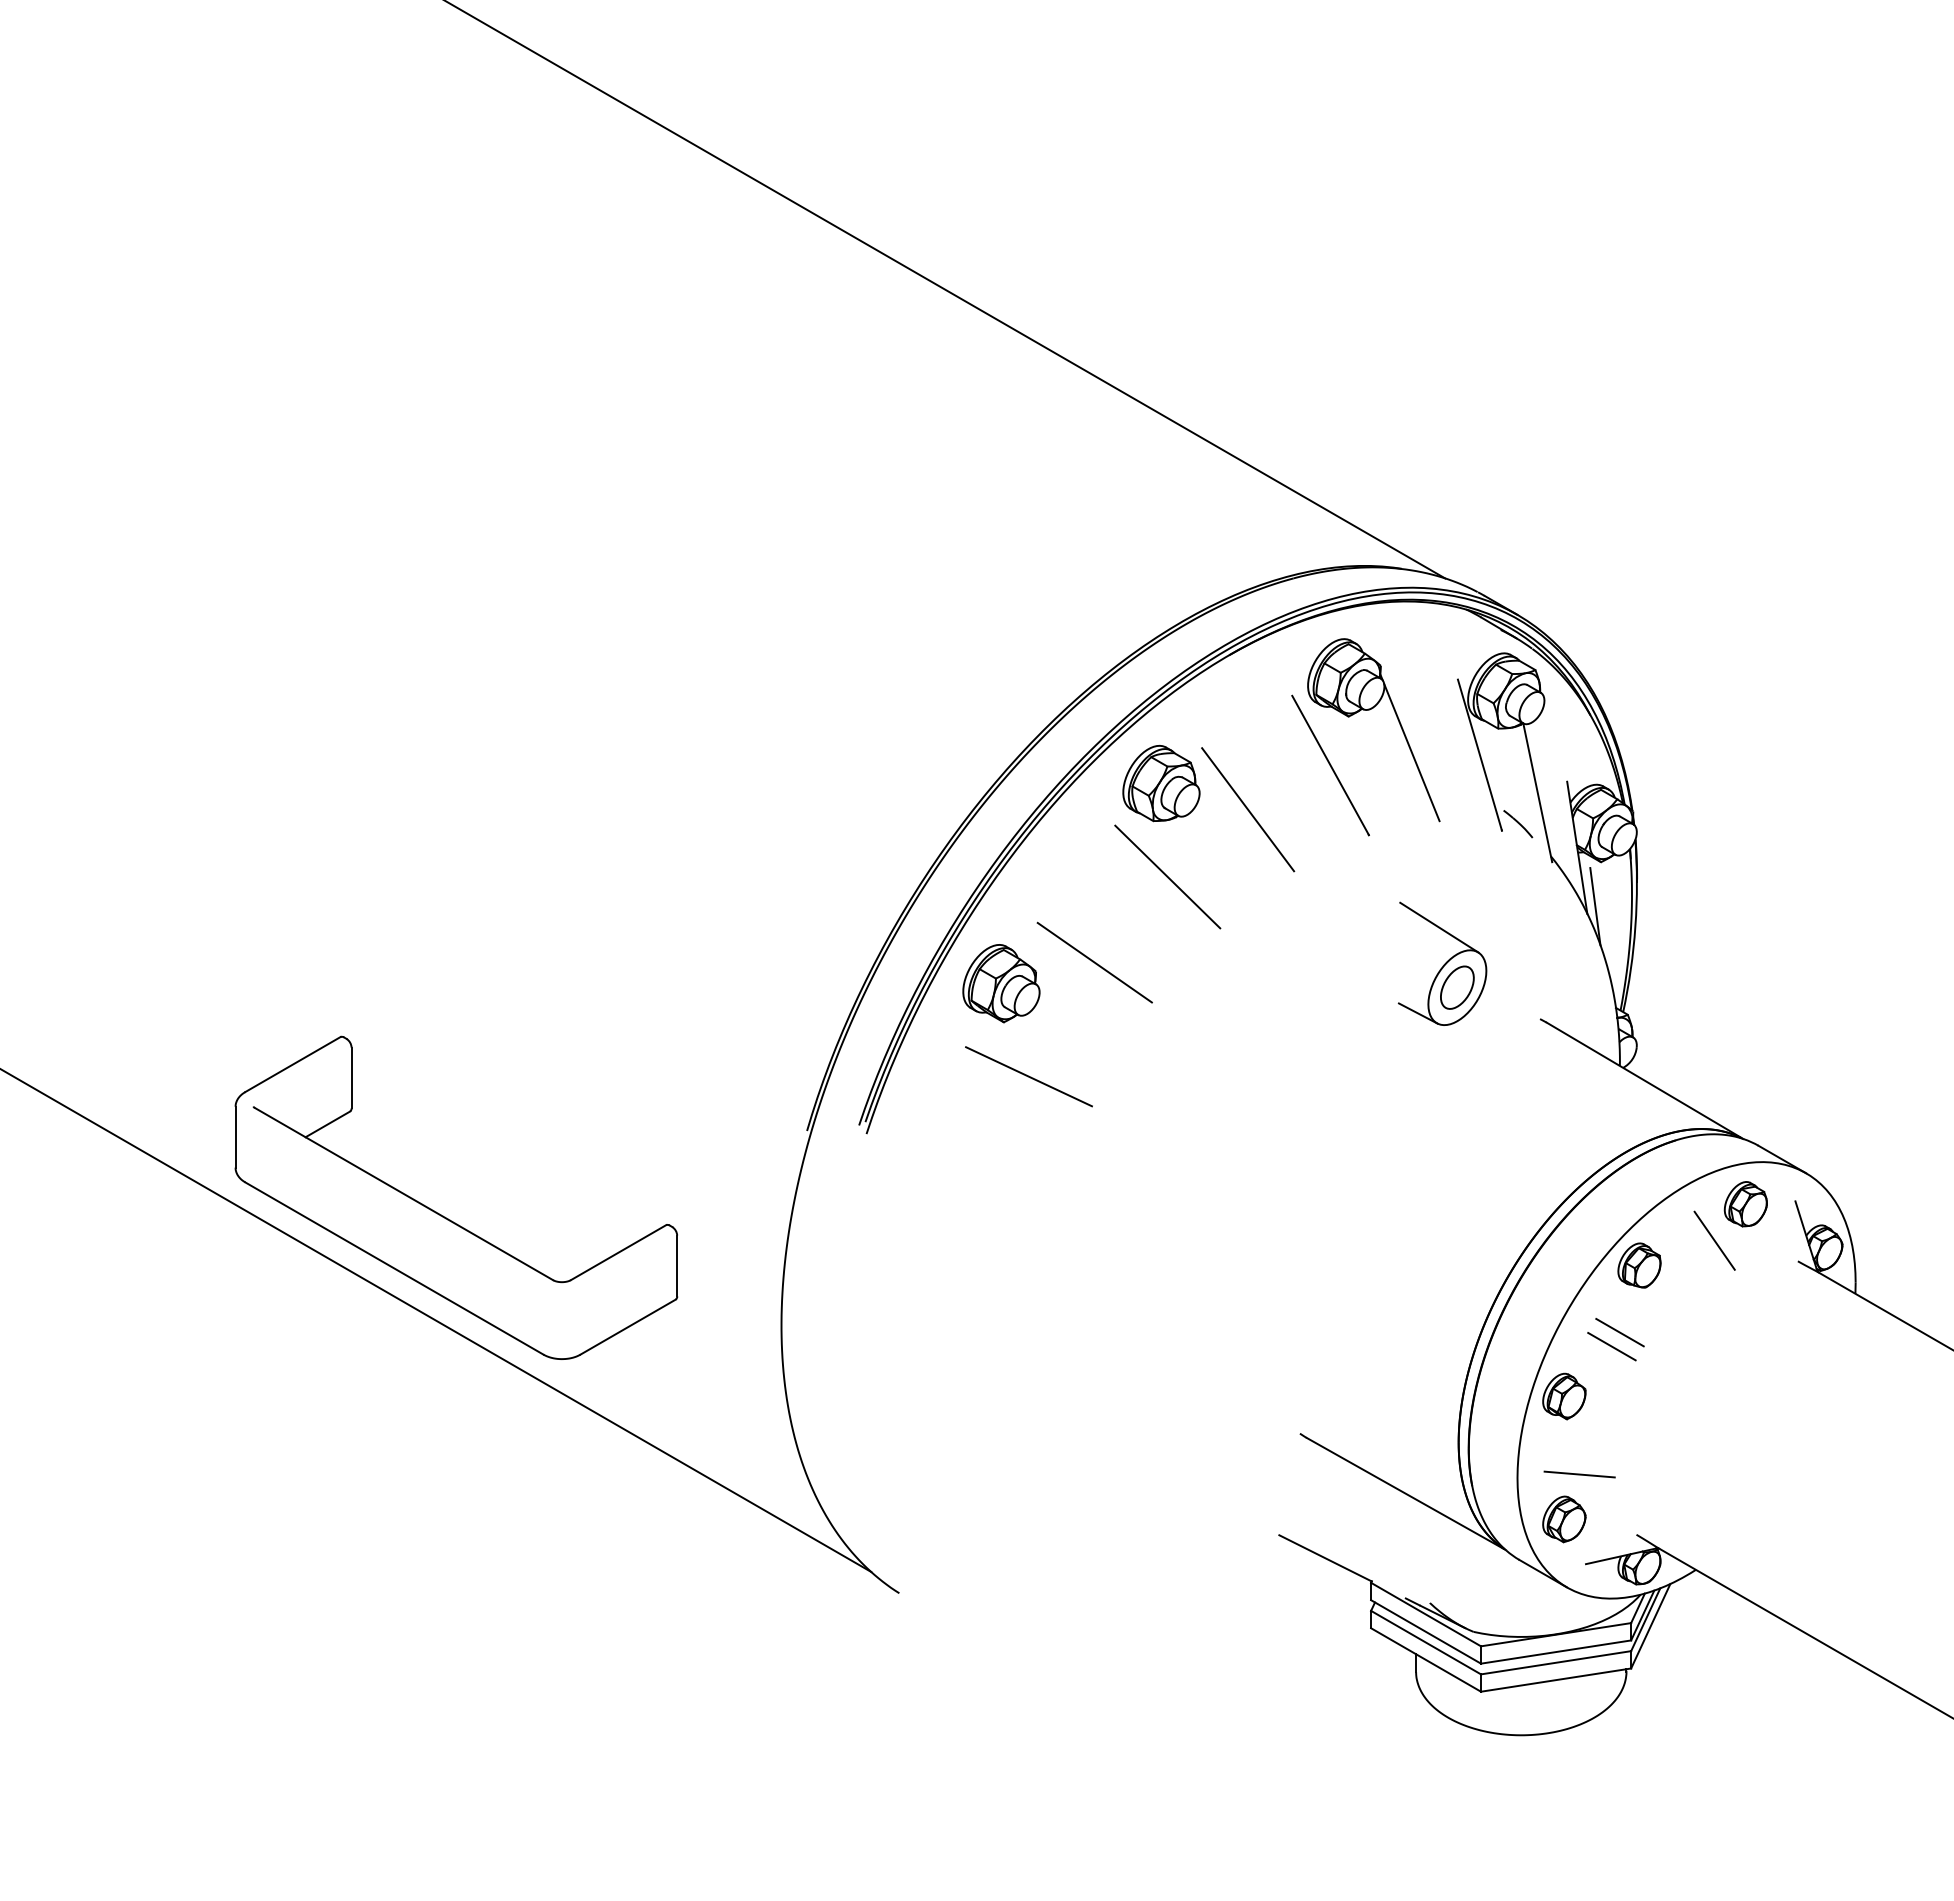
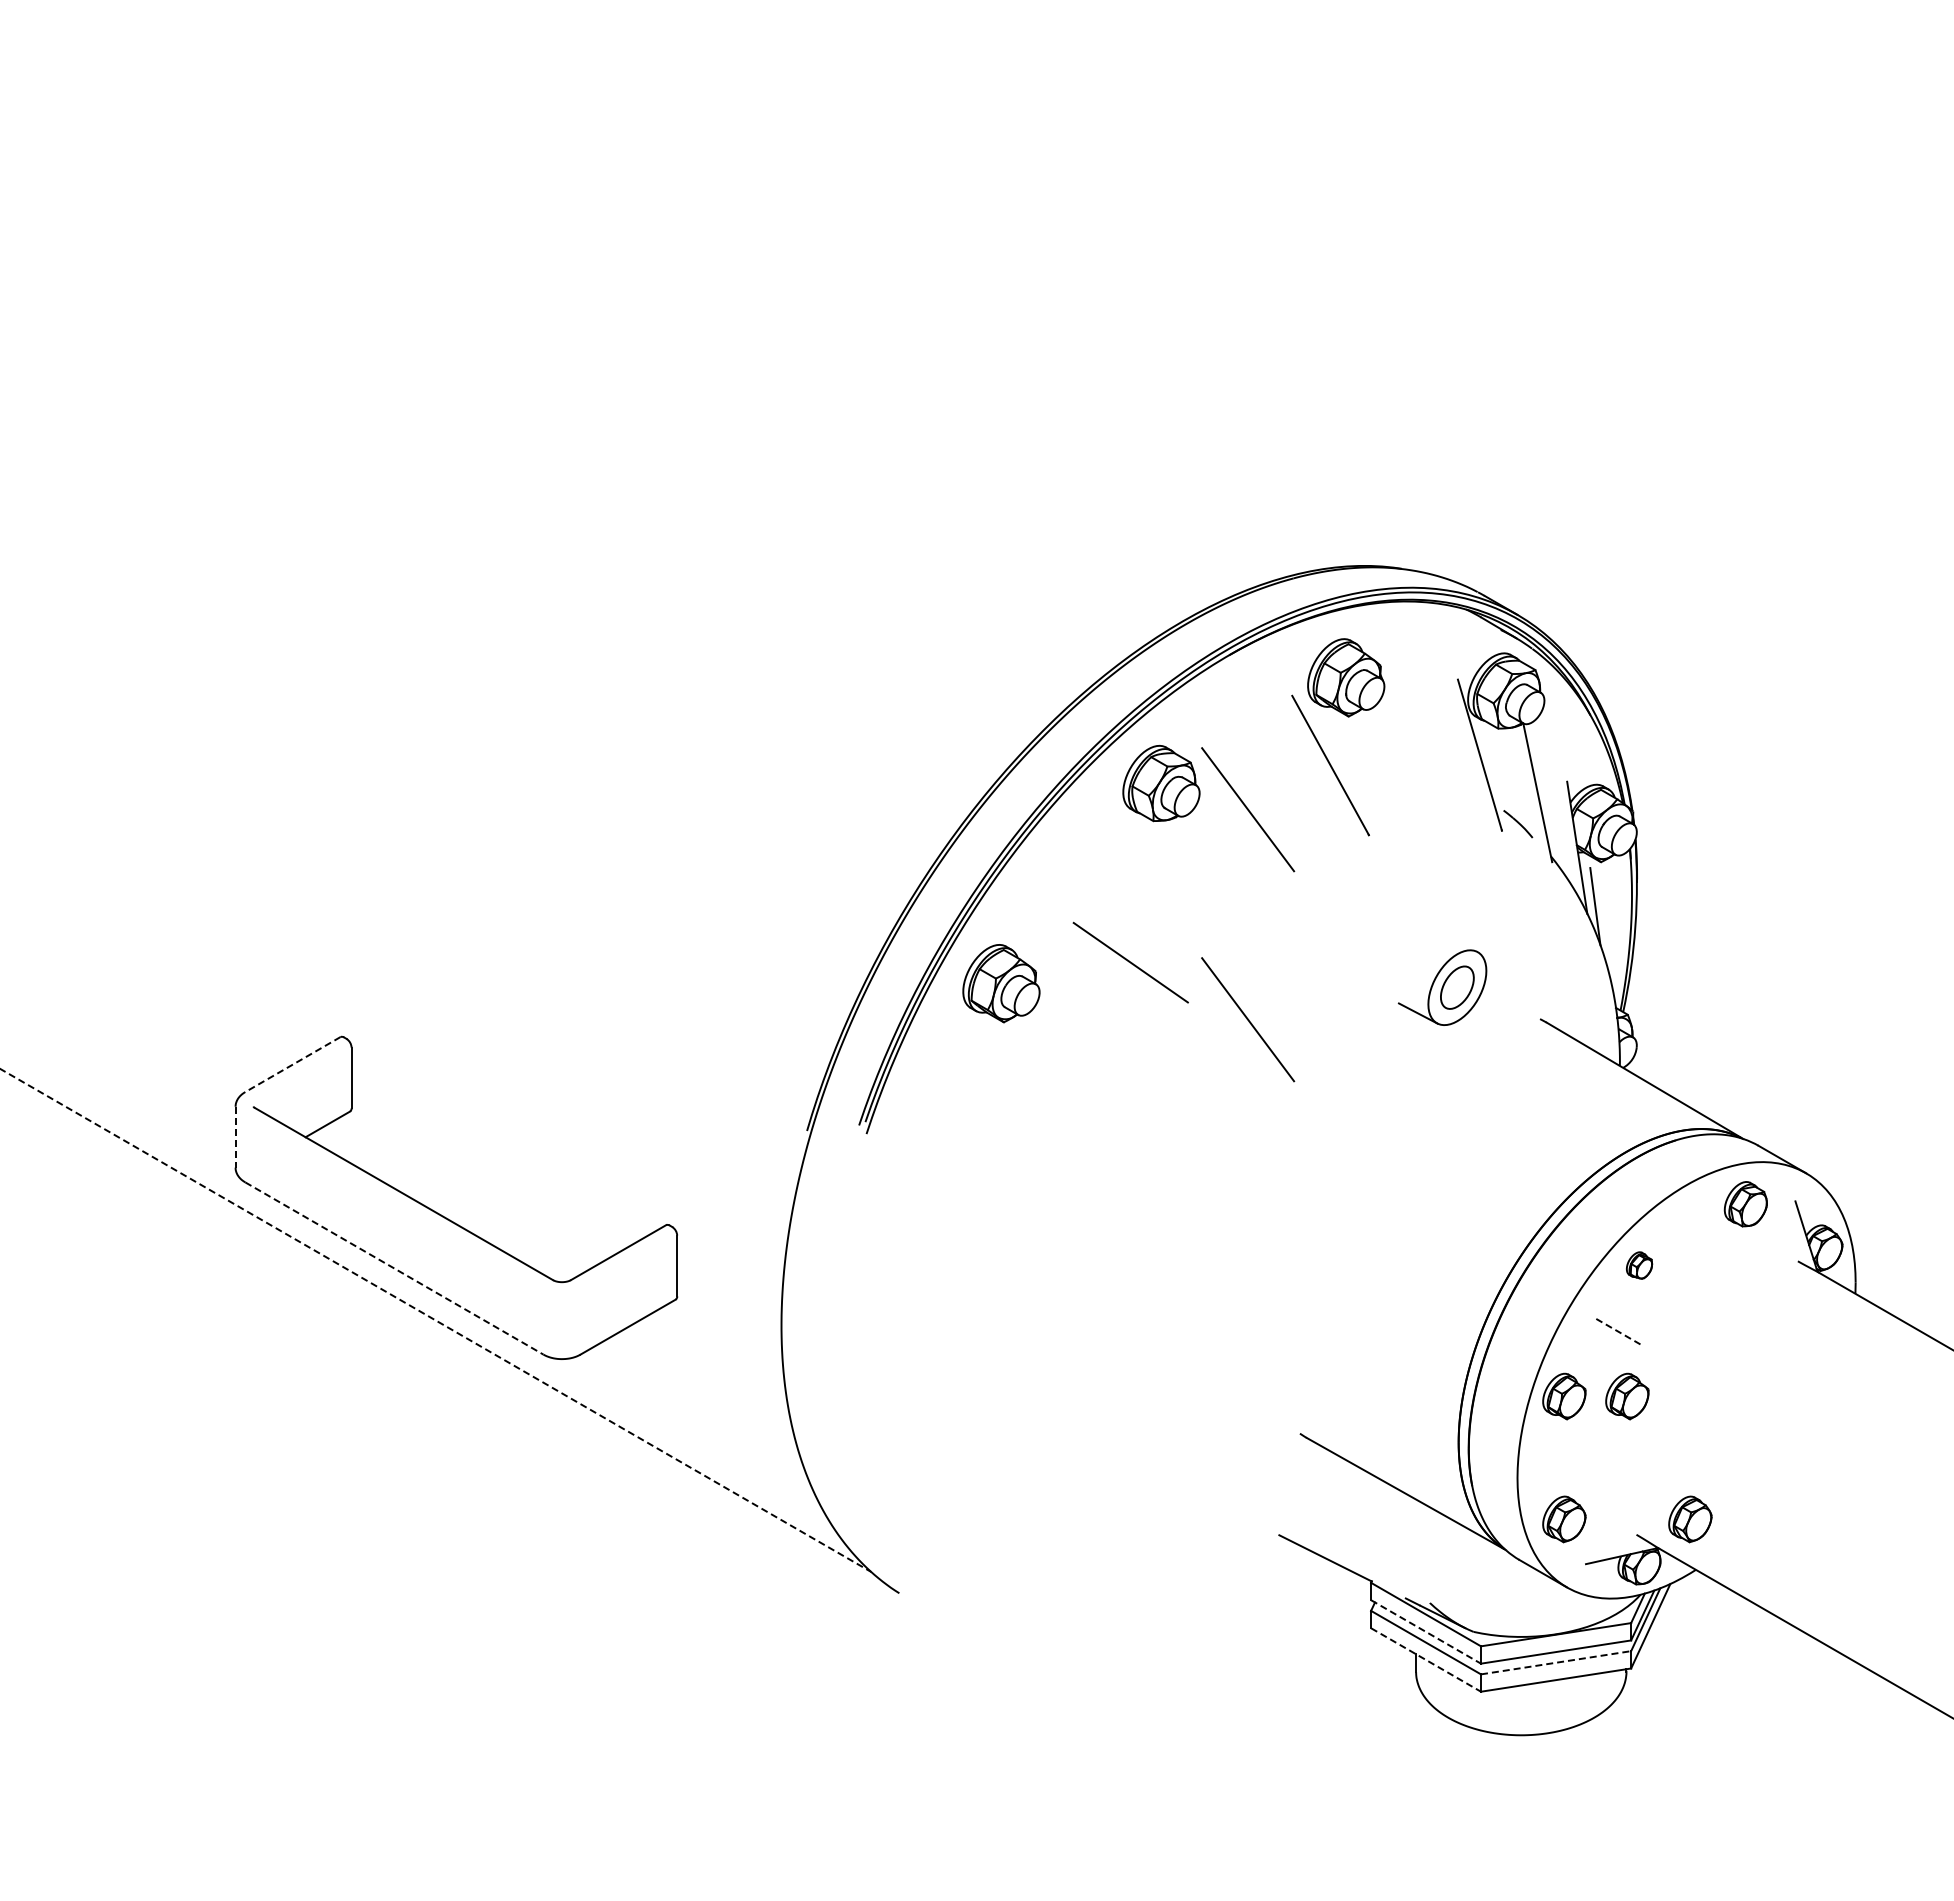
line at (946, 290): present -> none
line at (1411, 752): present -> none
line at (1167, 876): present -> none
line at (1439, 927): present -> none
line at (1094, 962) position: (1094, 962) -> (1130, 962)
line at (1248, 1019): none -> present
line at (292, 1064): solid -> dashed
line at (1029, 1076): present -> none
line at (235, 1137): solid -> dashed
line at (1714, 1240): present -> none
part at (1639, 1265) size: 45x47 px -> 28x29 px
line at (394, 1268): solid -> dashed
line at (435, 1320): solid -> dashed
line at (1620, 1332): solid -> dashed
line at (1611, 1346): present -> none
part at (1627, 1396): none -> present
line at (1579, 1474): present -> none
part at (1690, 1519): none -> present
line at (1426, 1632): solid -> dashed
line at (1426, 1660): solid -> dashed
line at (1556, 1662): solid -> dashed
